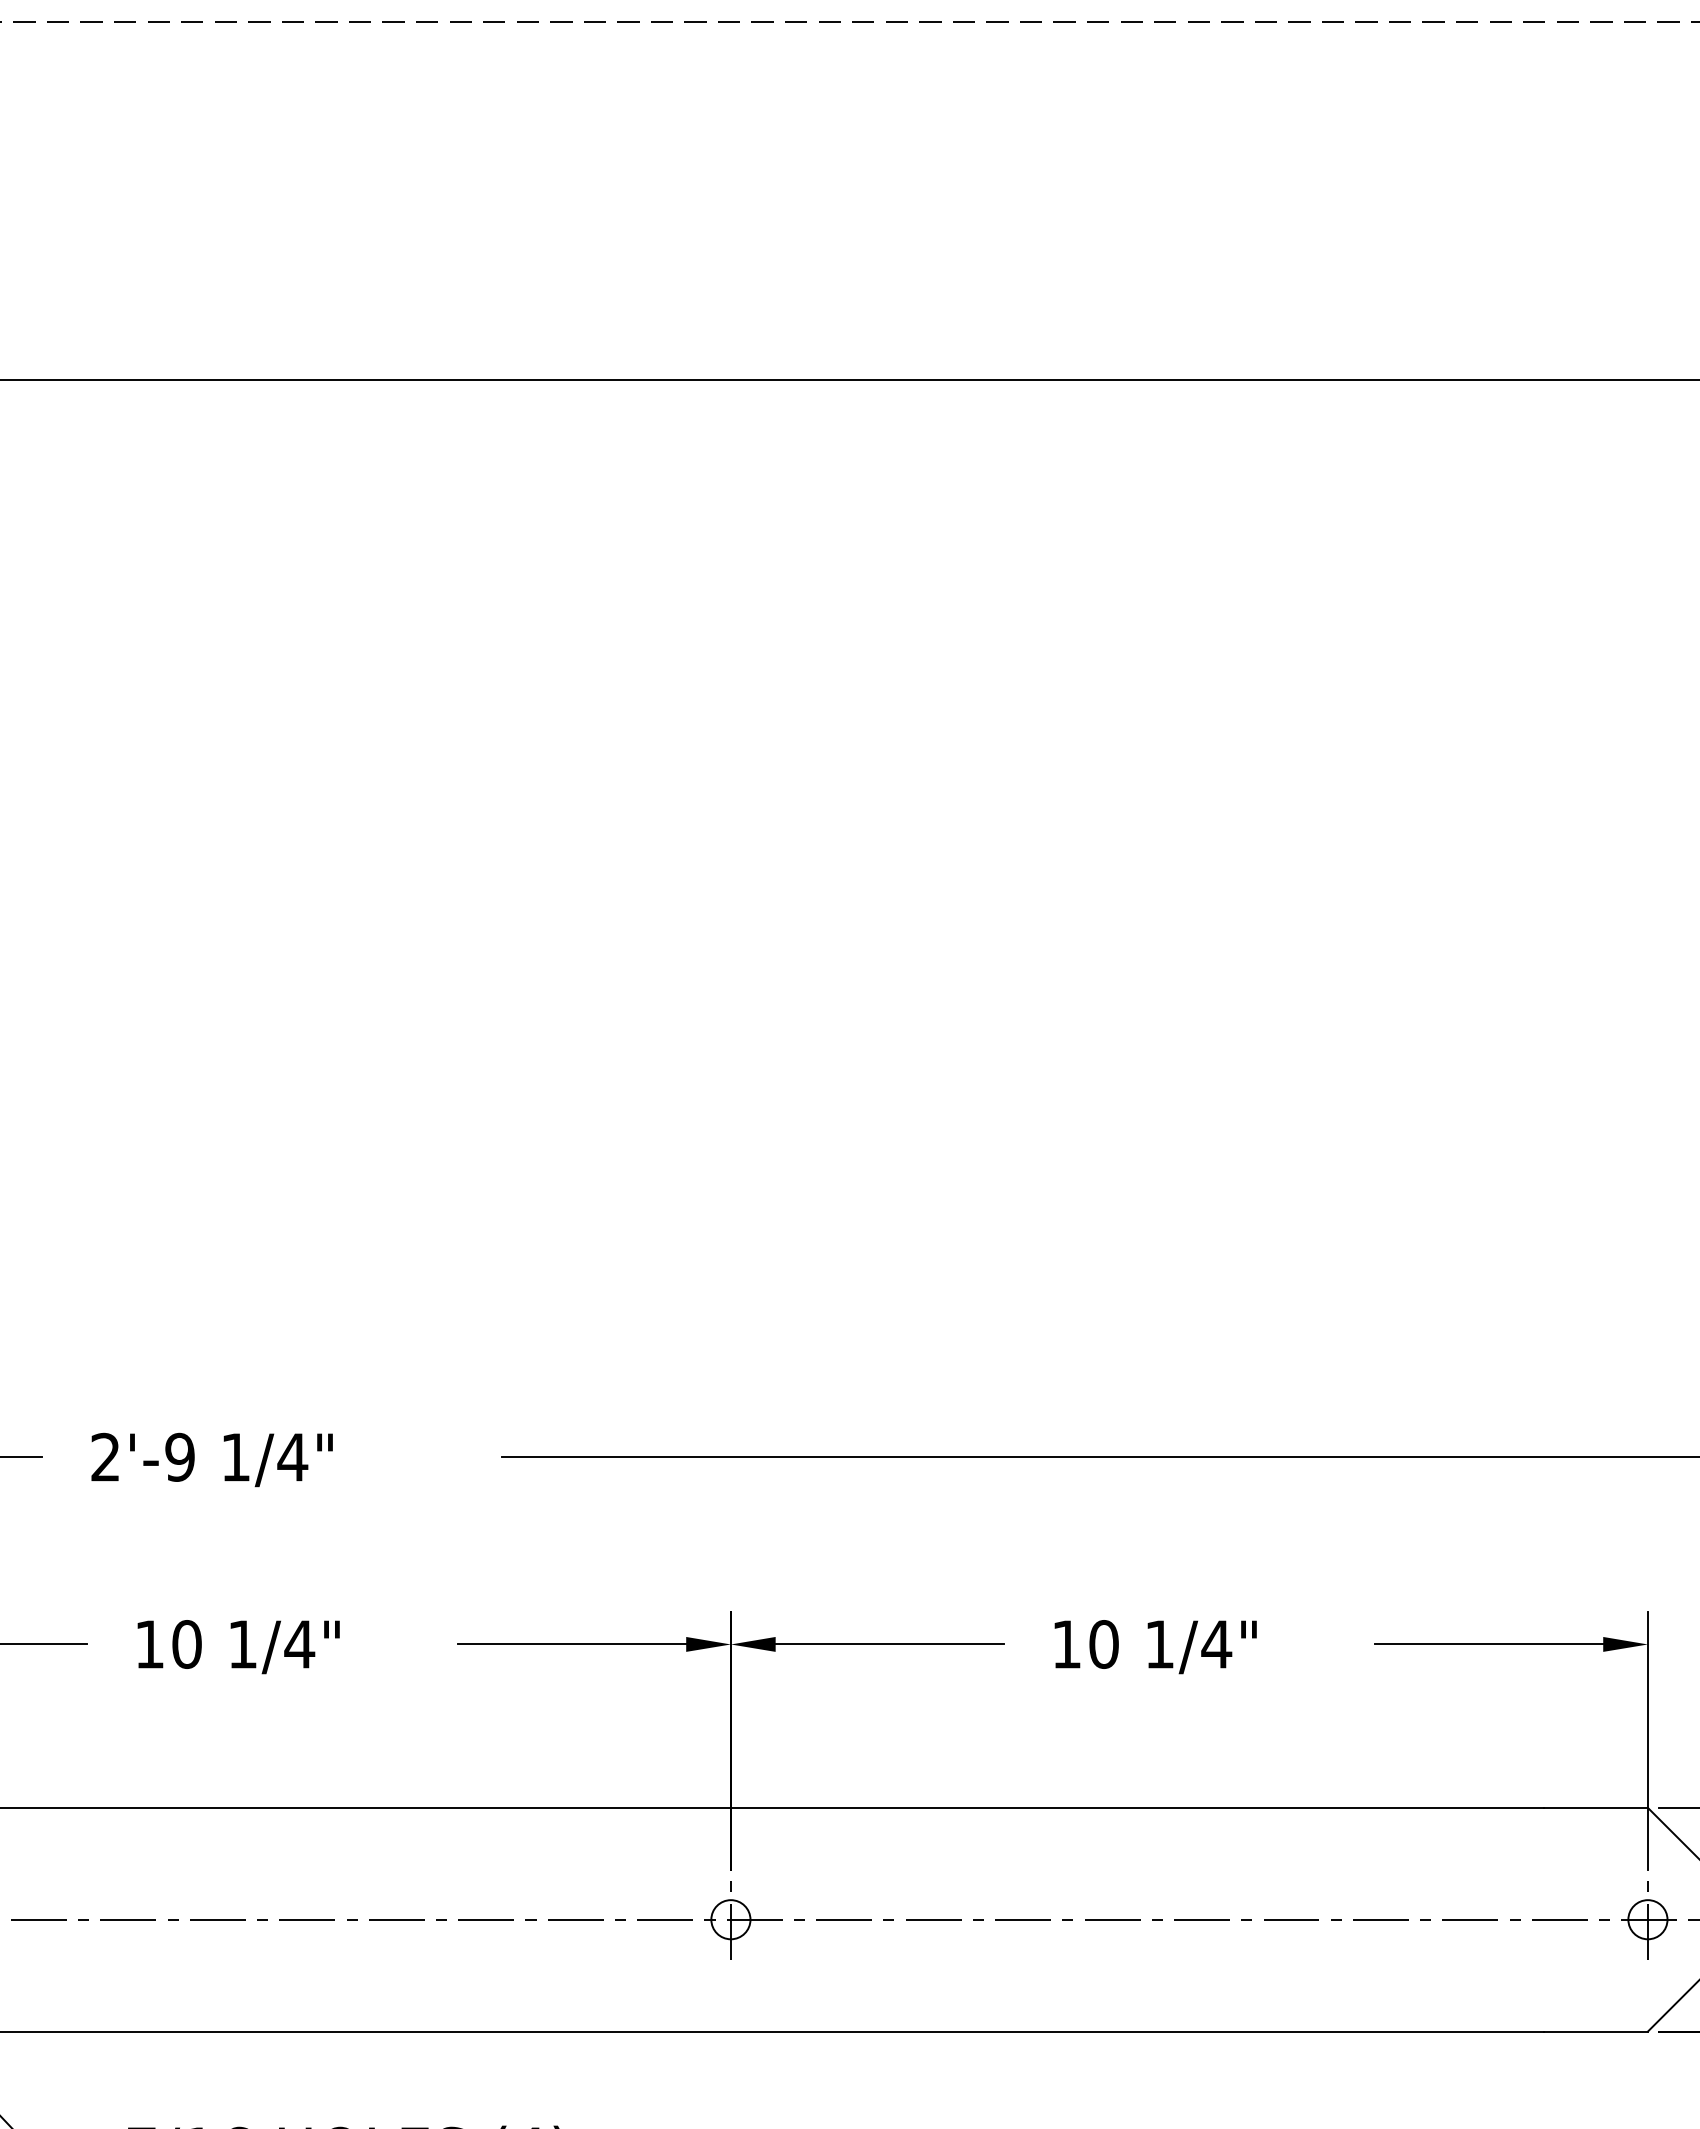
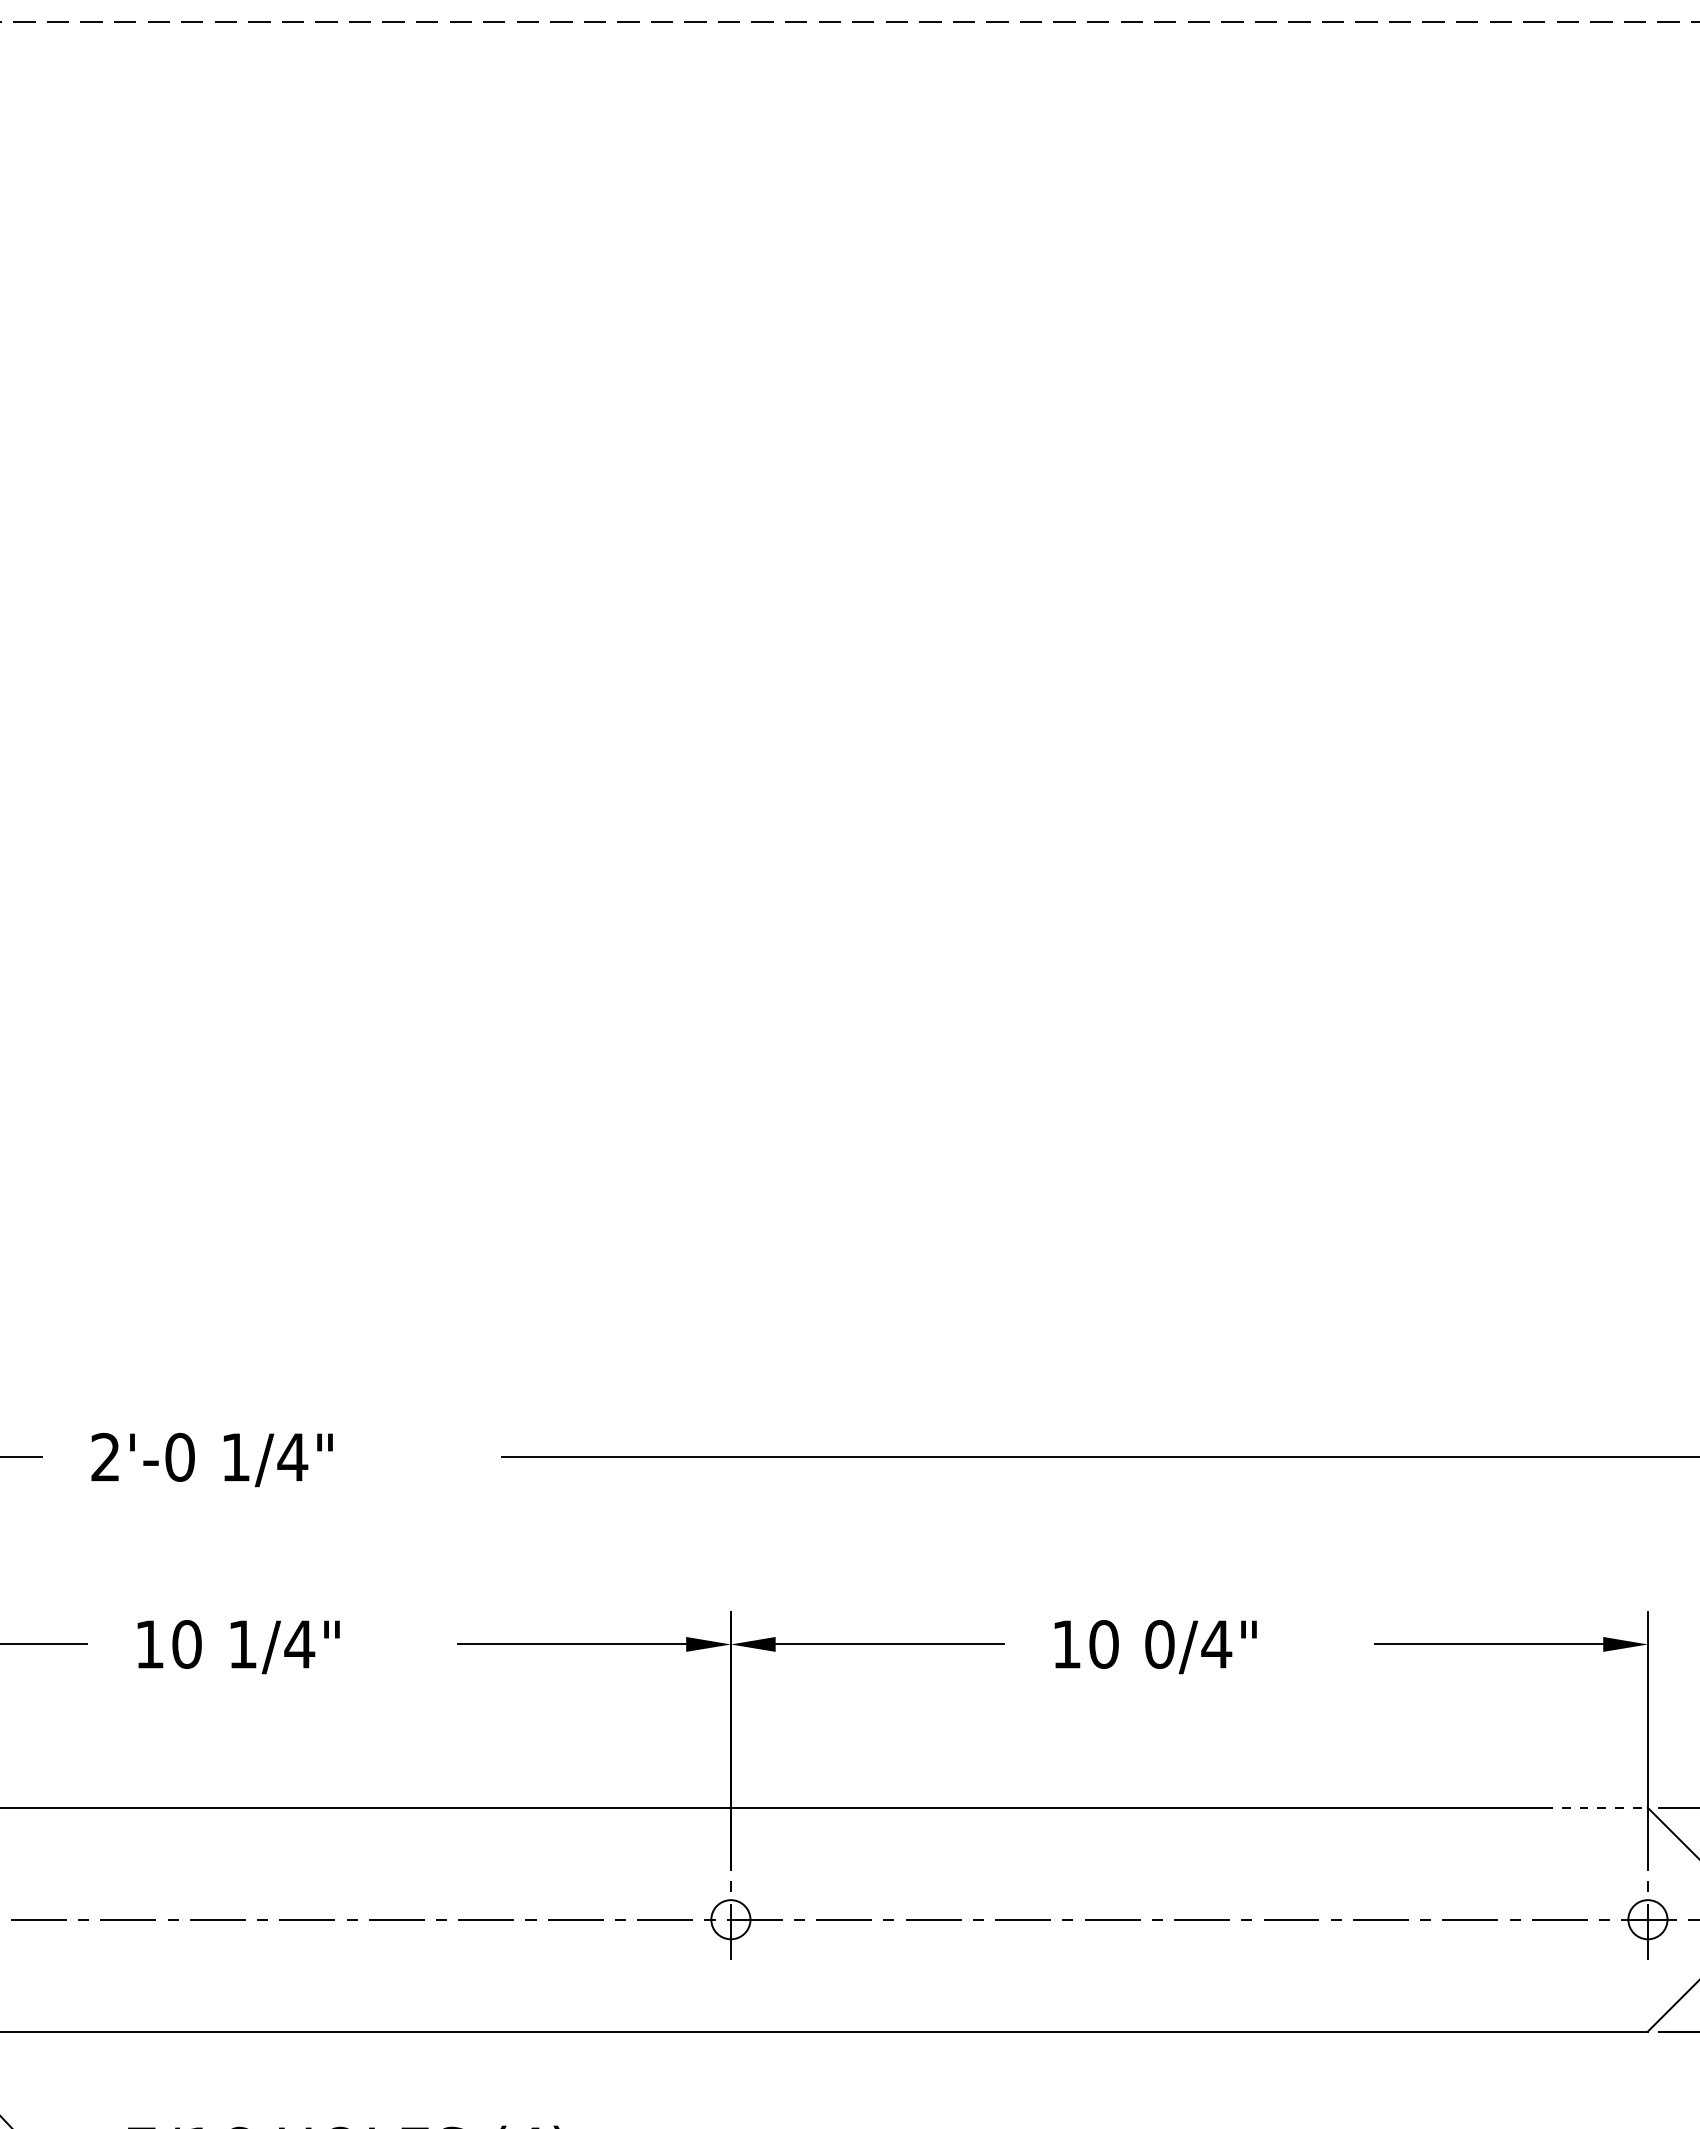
line at (849, 380): present -> none
text at (179, 1457): 2'-9 -> 2'-0
text at (1159, 1644): 1/4" -> 0/4"
line at (1596, 1807): solid -> dashed
